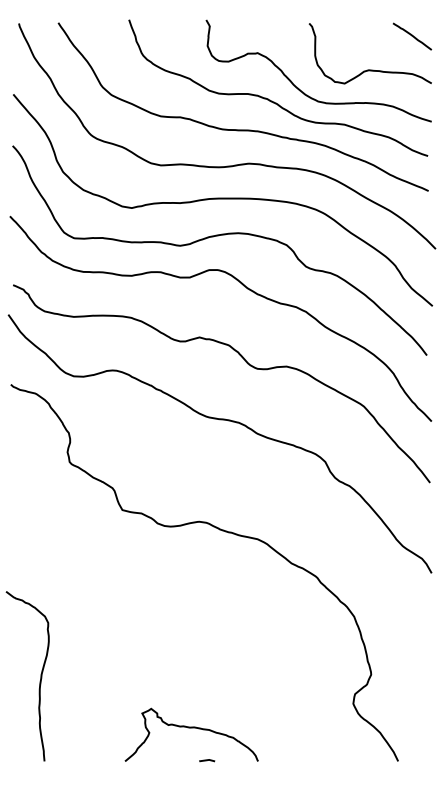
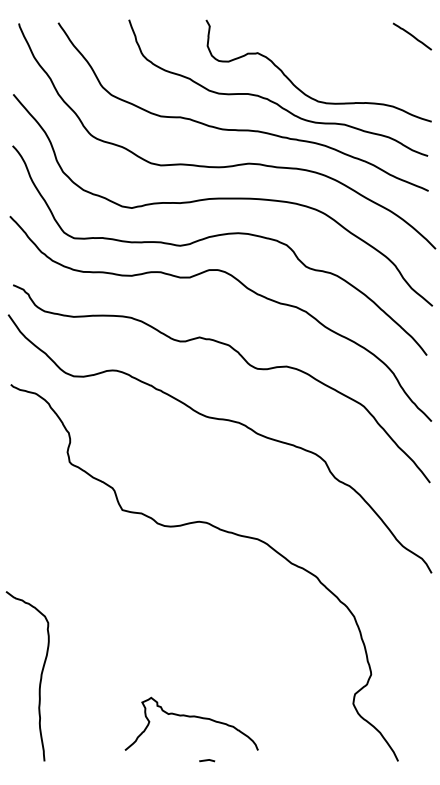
curve at (369, 69): present -> none
curve at (191, 728) position: (191, 728) -> (191, 717)
